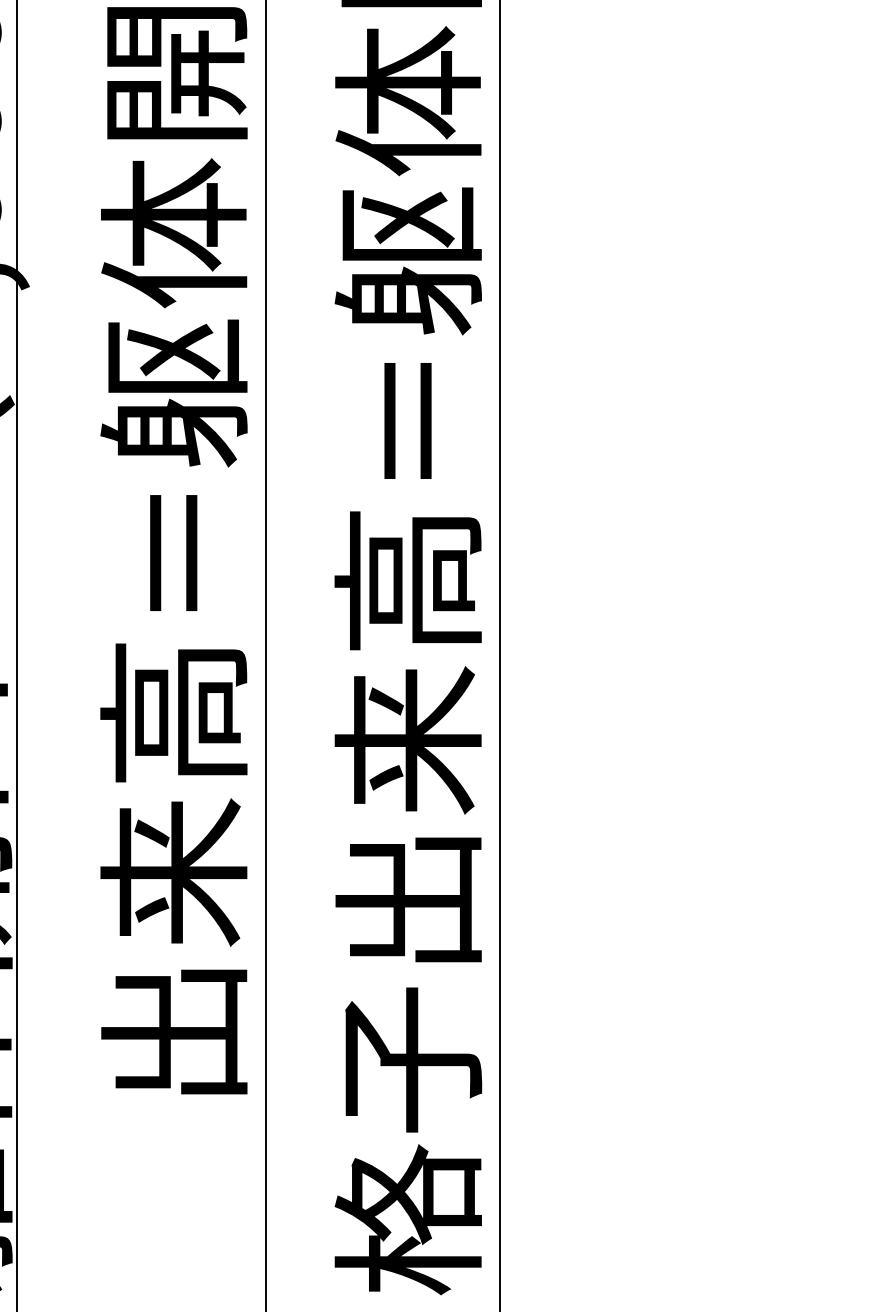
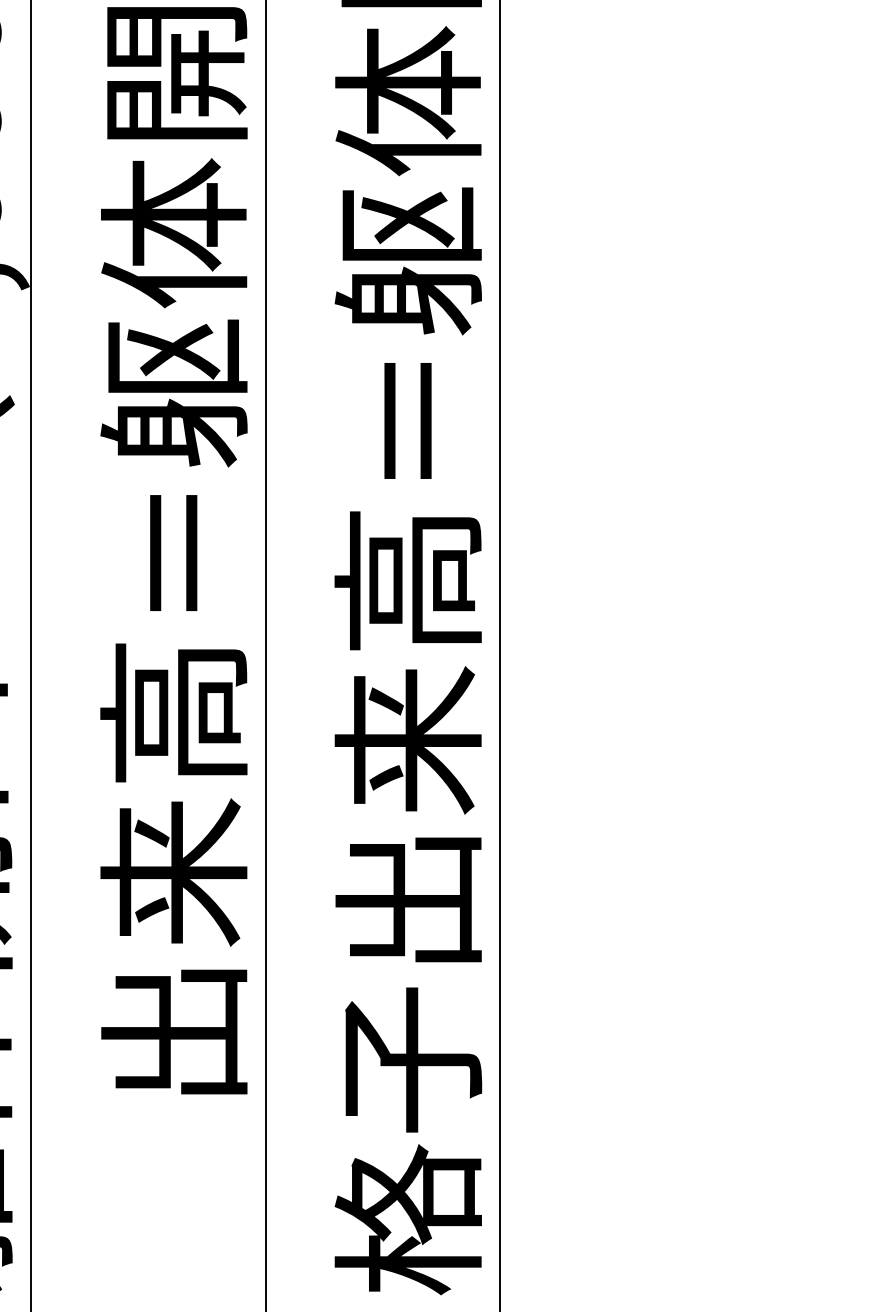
line at (17, 655) position: (17, 655) -> (31, 655)
